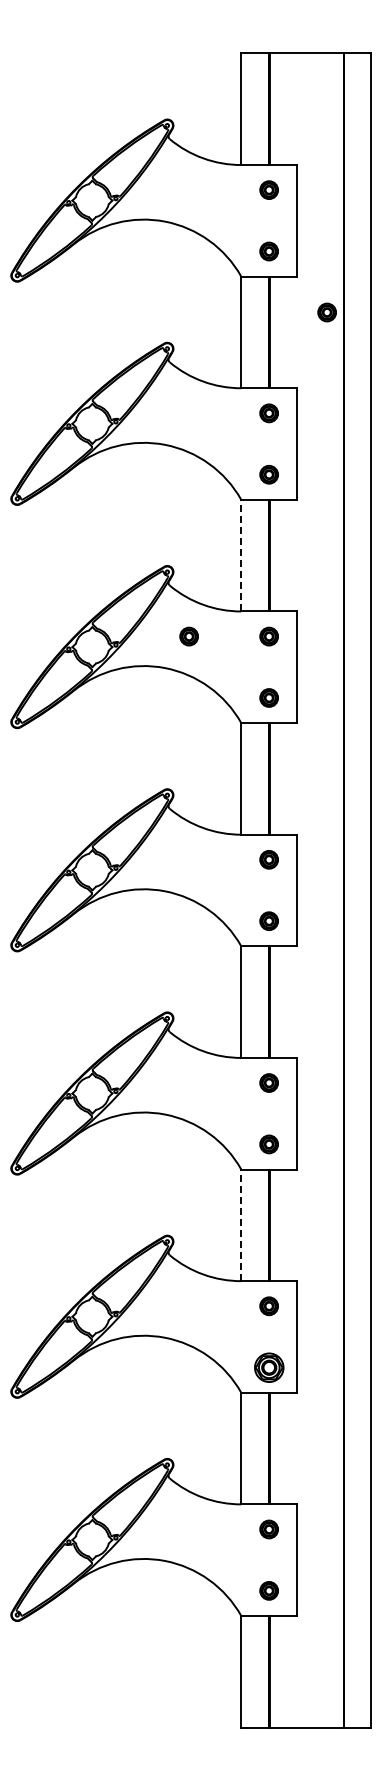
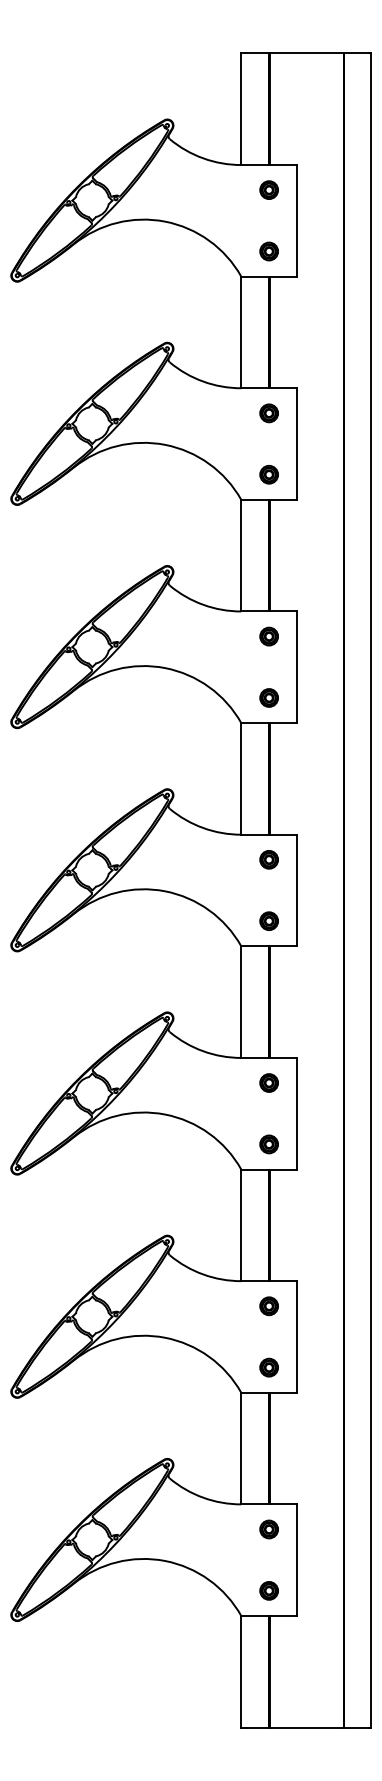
part at (326, 312): present -> none
line at (241, 555): dashed -> solid
part at (188, 636): present -> none
line at (241, 1225): dashed -> solid
part at (269, 1367) size: 31x31 px -> 20x21 px
